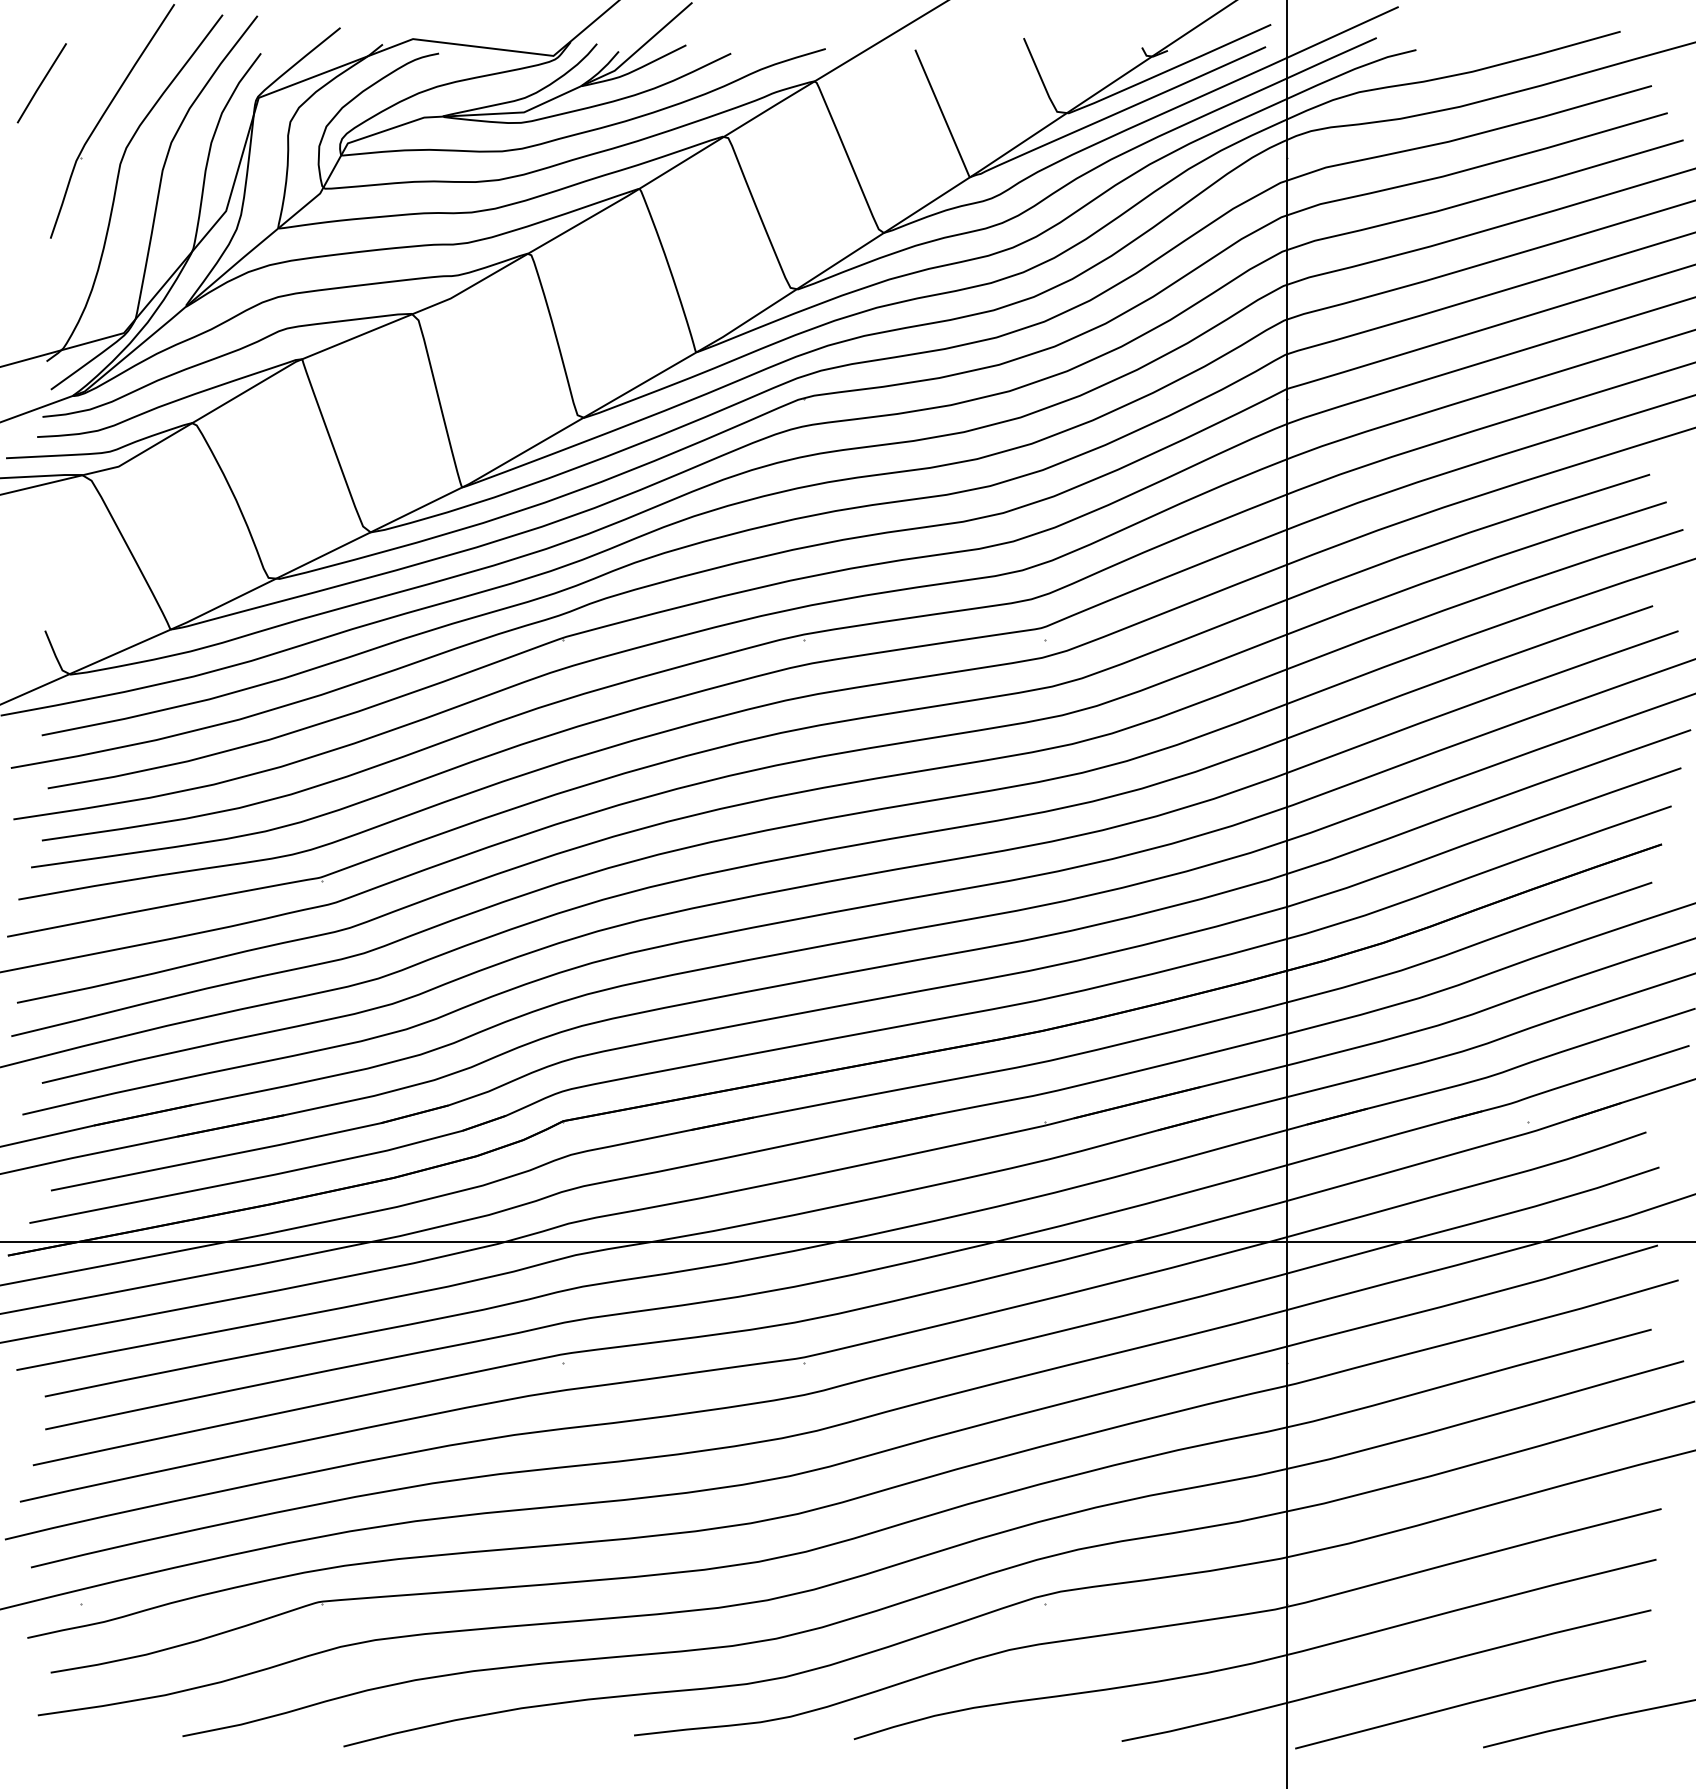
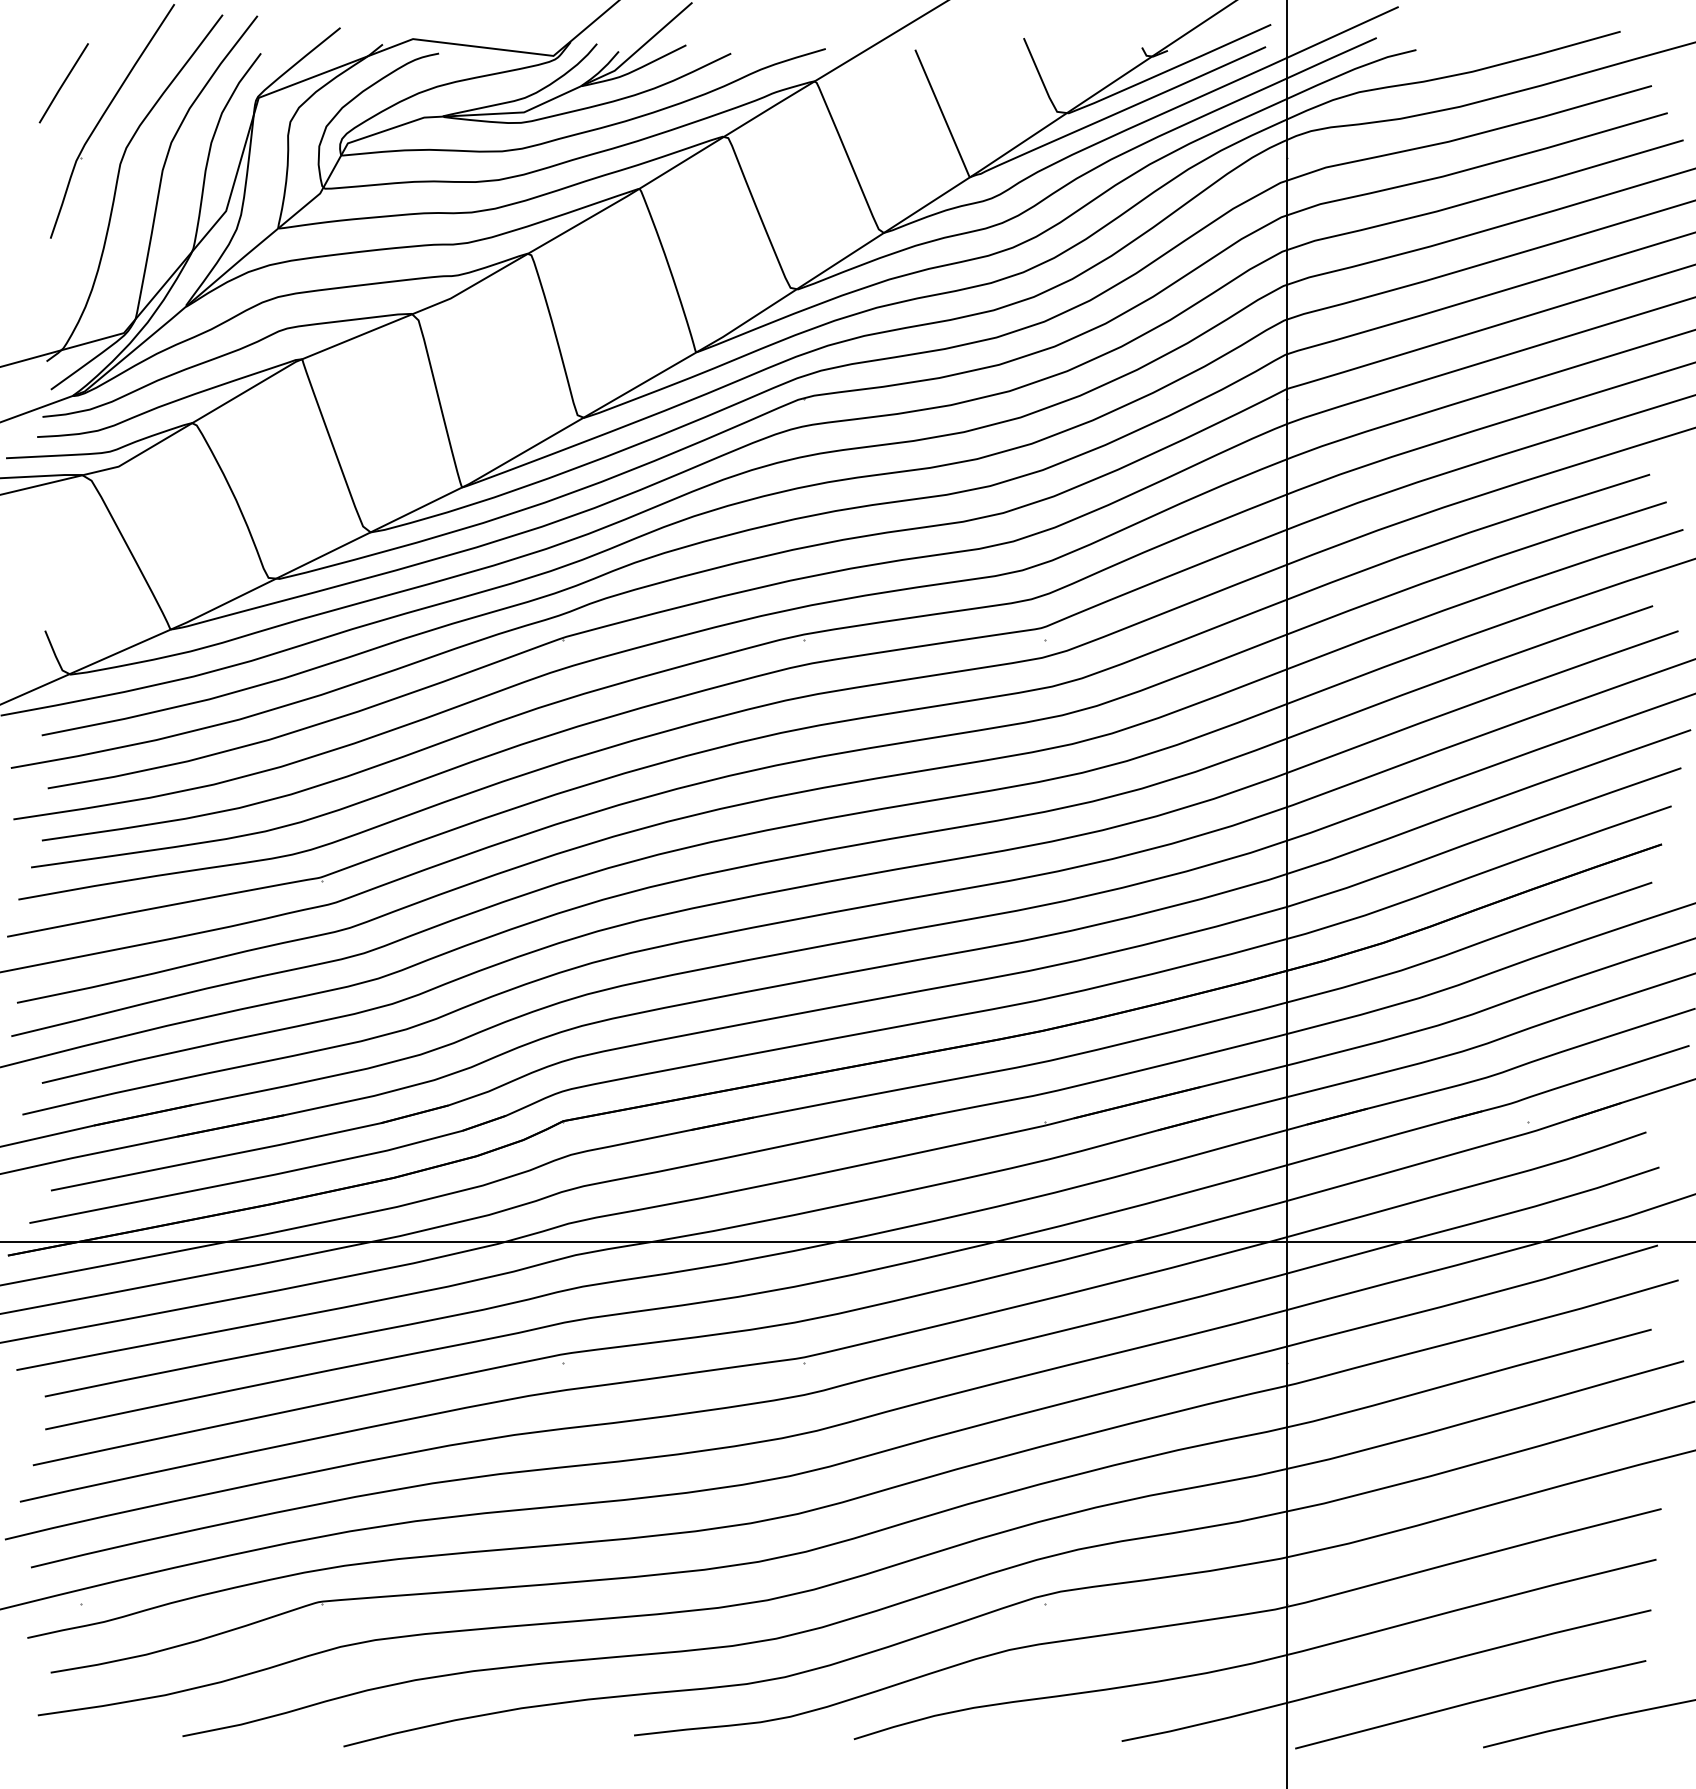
line at (41, 83) position: (41, 83) -> (63, 83)
